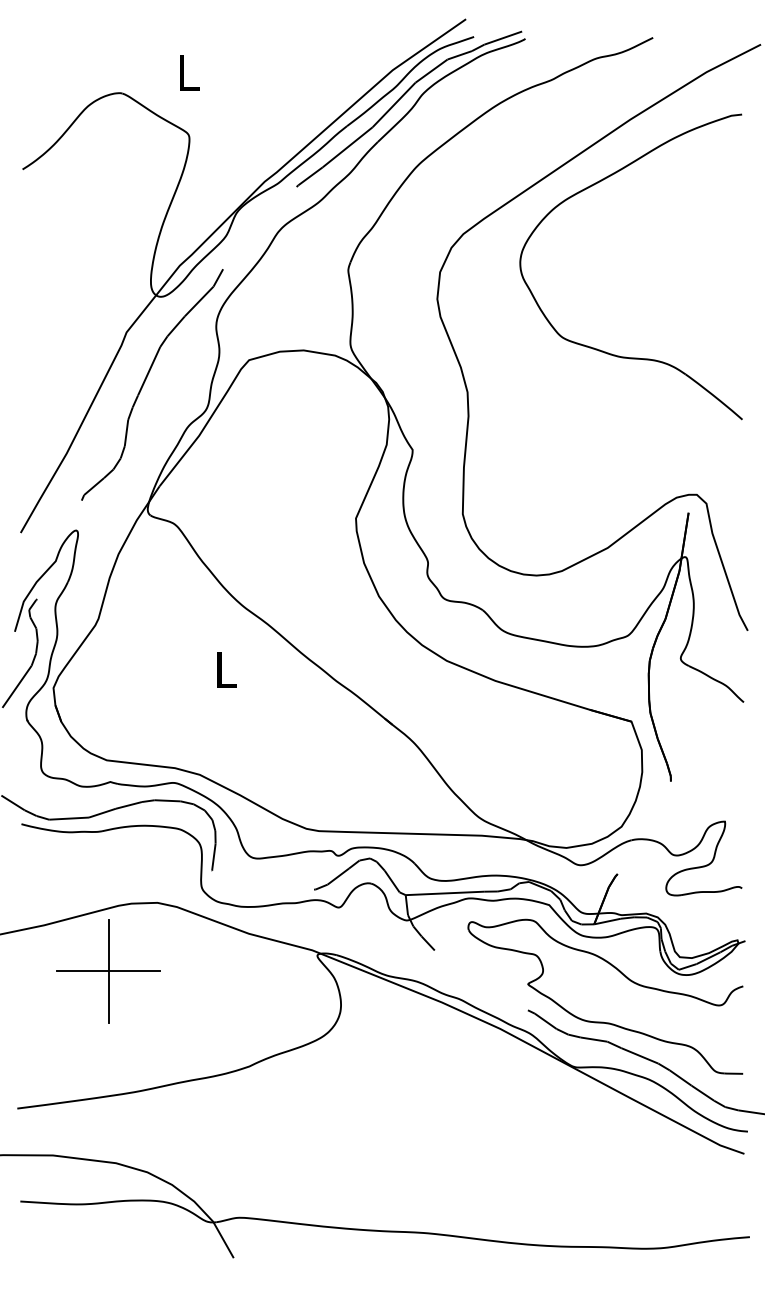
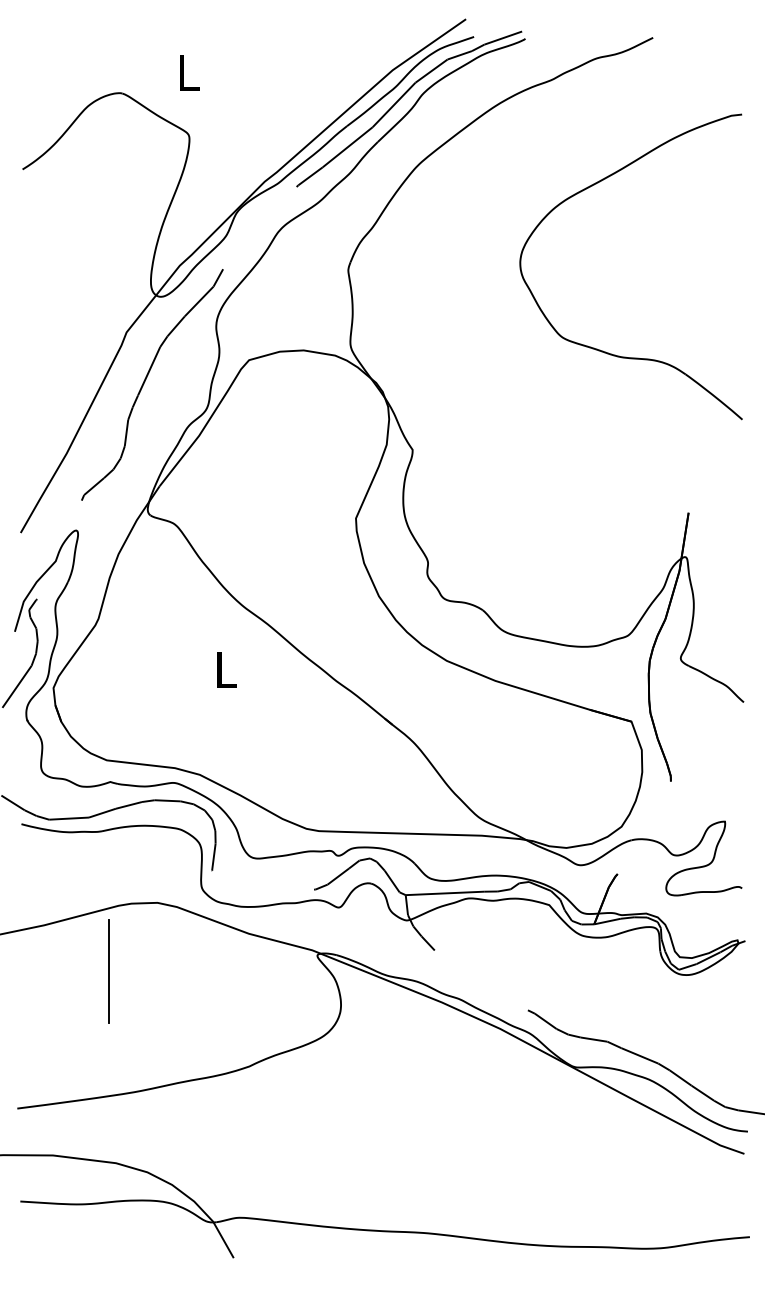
curve at (463, 372): present -> none
line at (108, 971): present -> none
part at (603, 1021): present -> none
